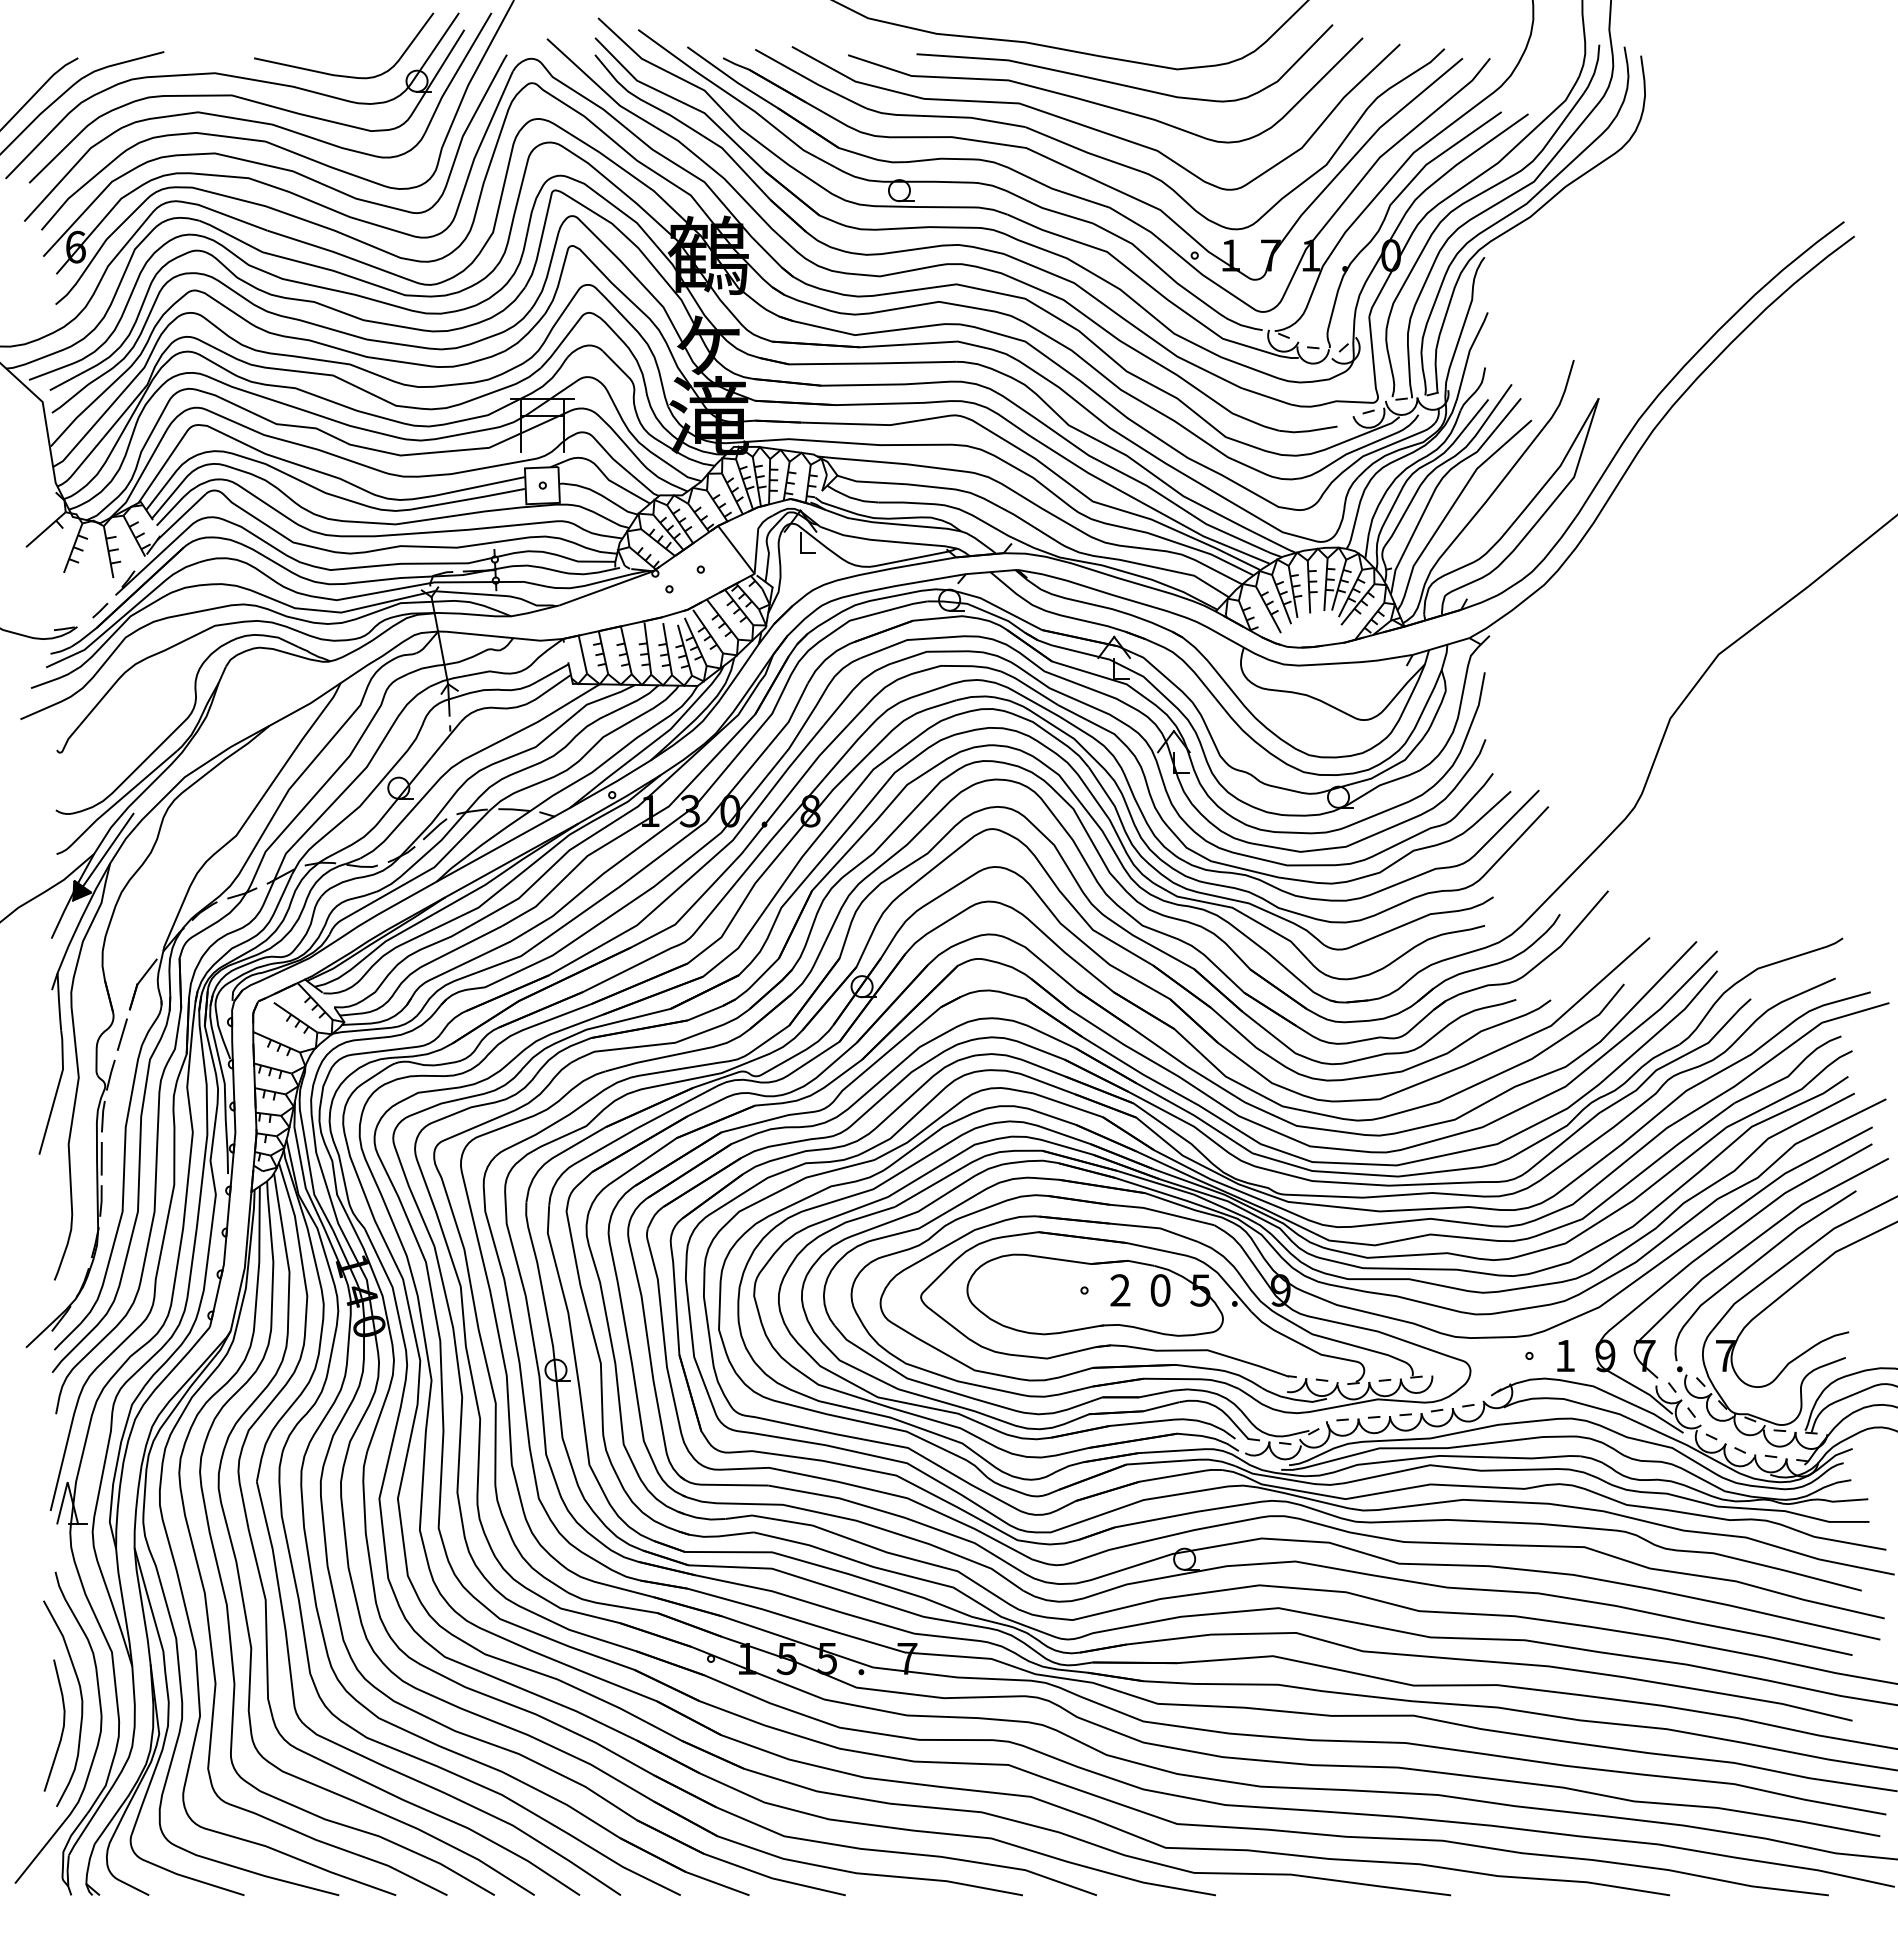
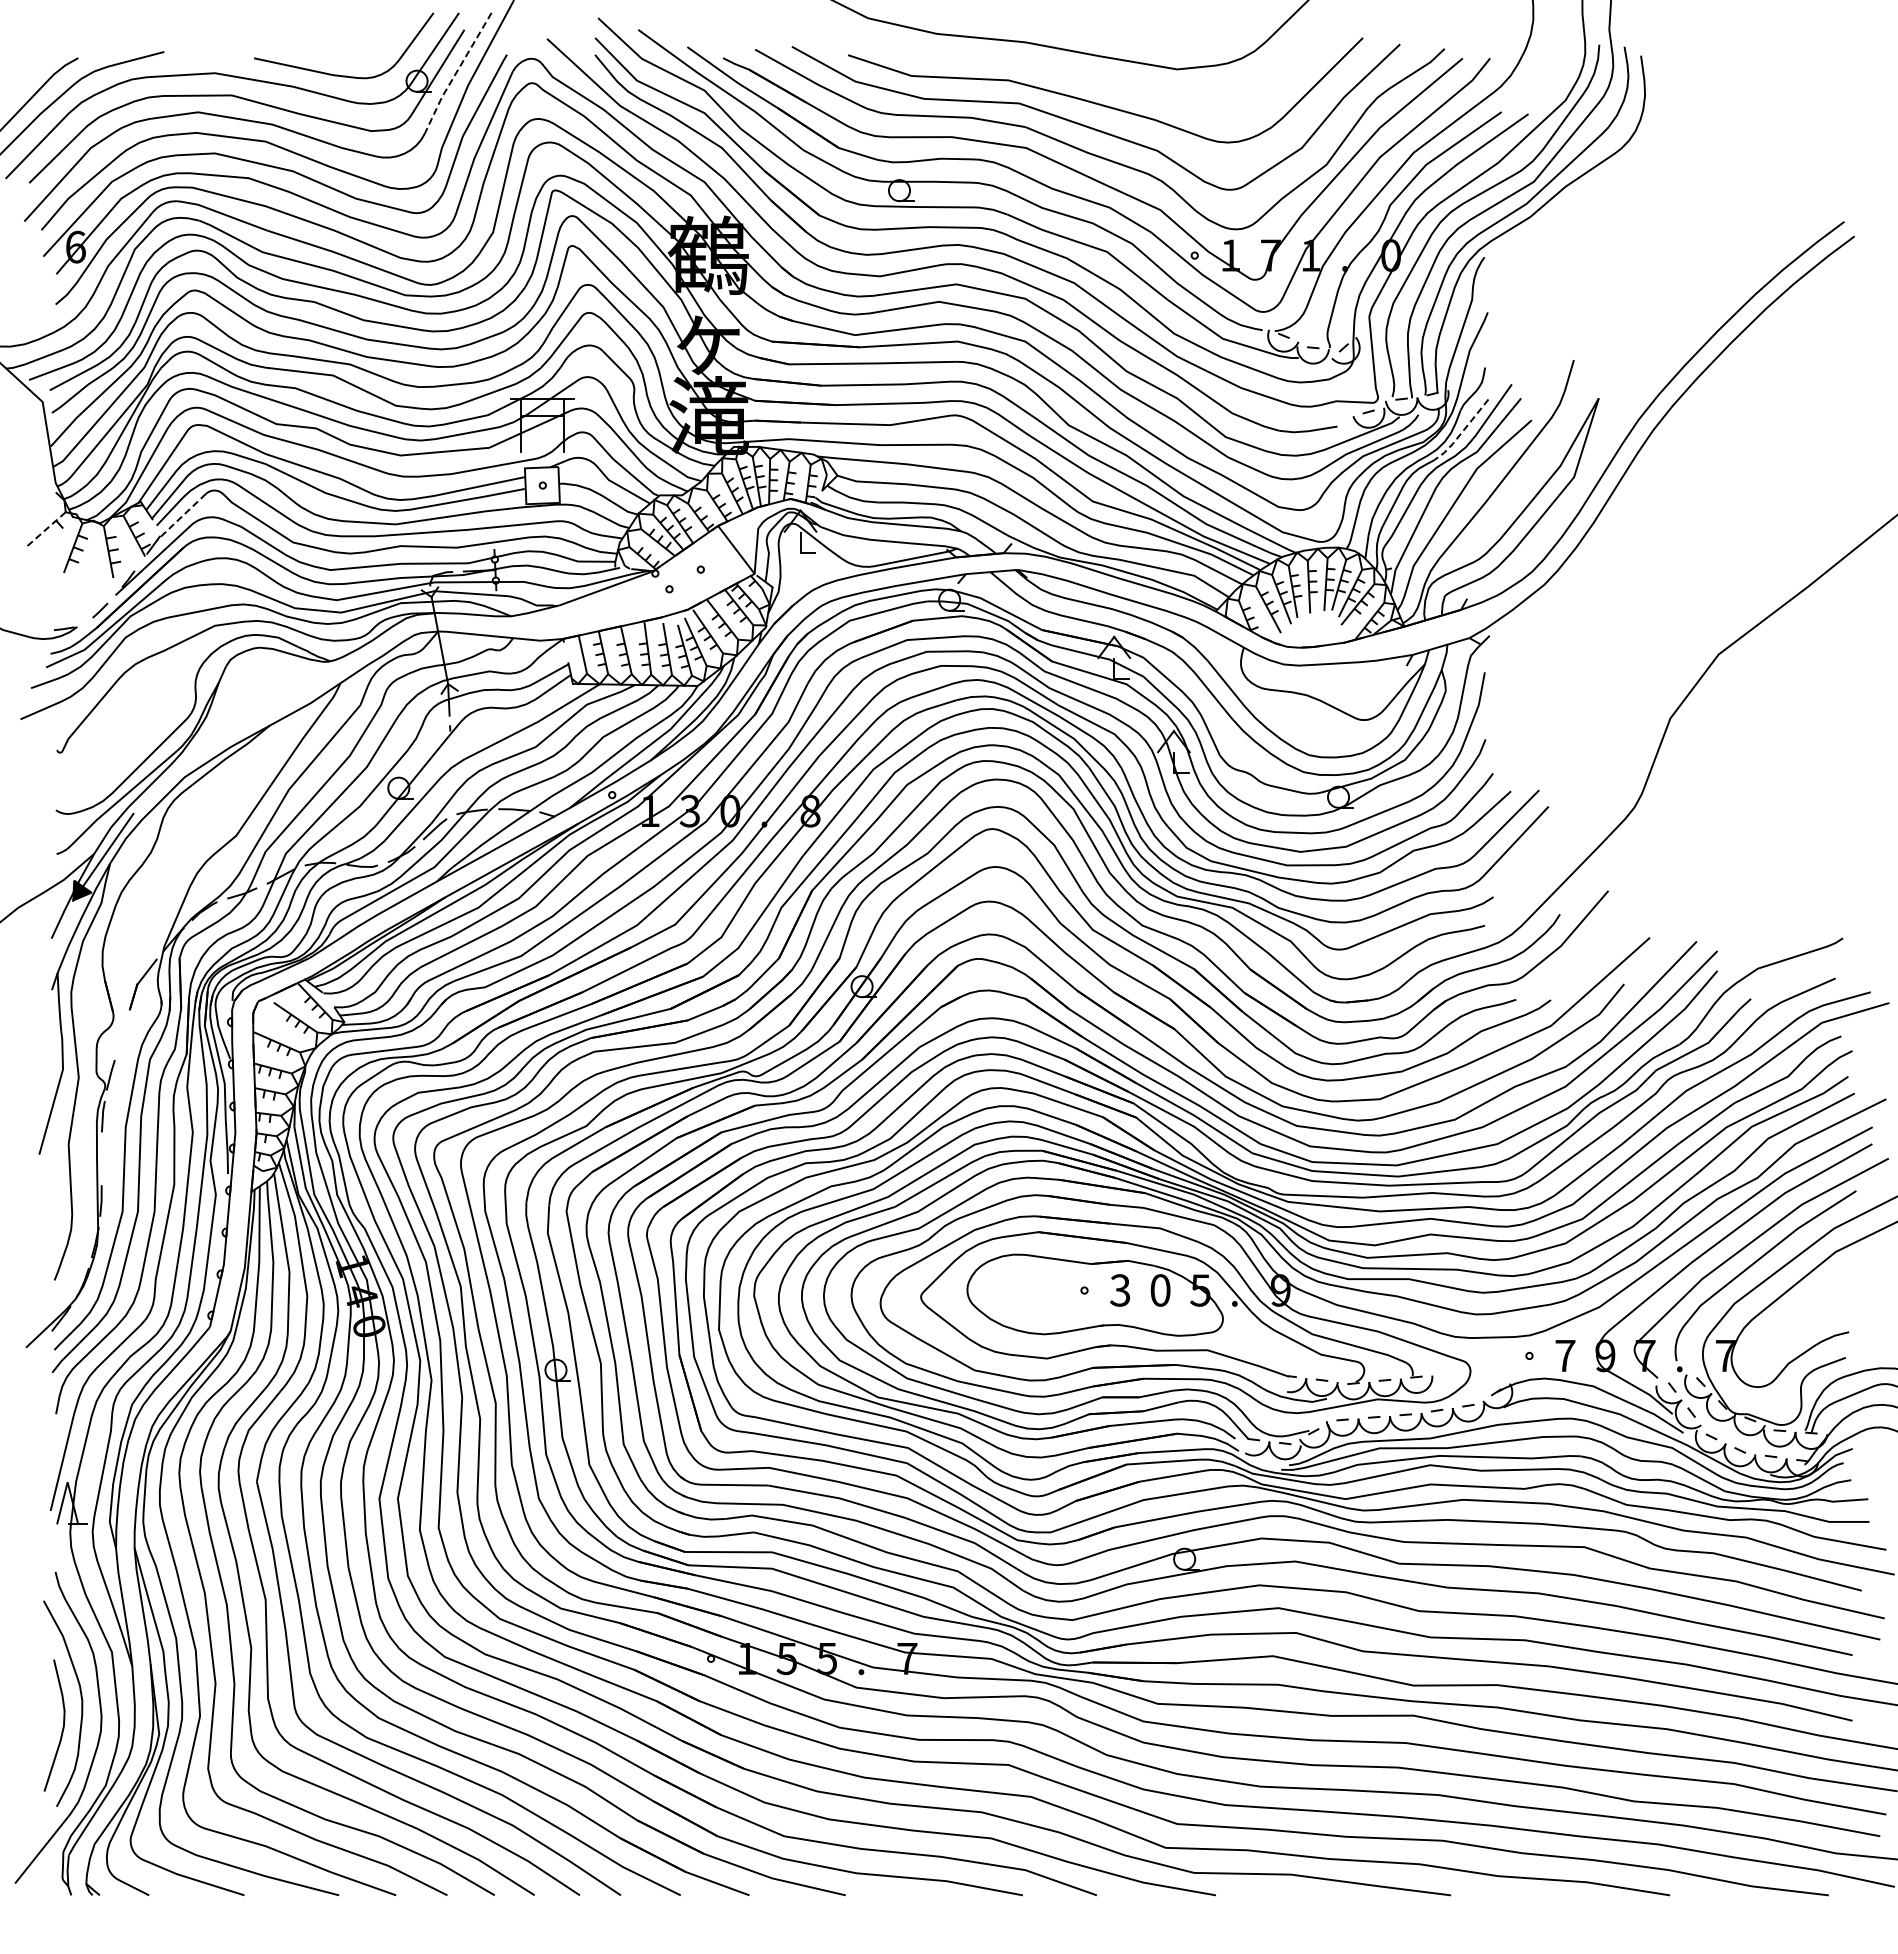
line at (456, 73): solid -> dashed
curve at (1120, 83): present -> none
line at (1462, 432): solid -> dashed
line at (181, 517): solid -> dashed
line at (45, 530): solid -> dashed
line at (121, 1034): present -> none
line at (101, 1158): present -> none
text at (1120, 1290): 2 -> 3
text at (1565, 1355): 1 -> 7
